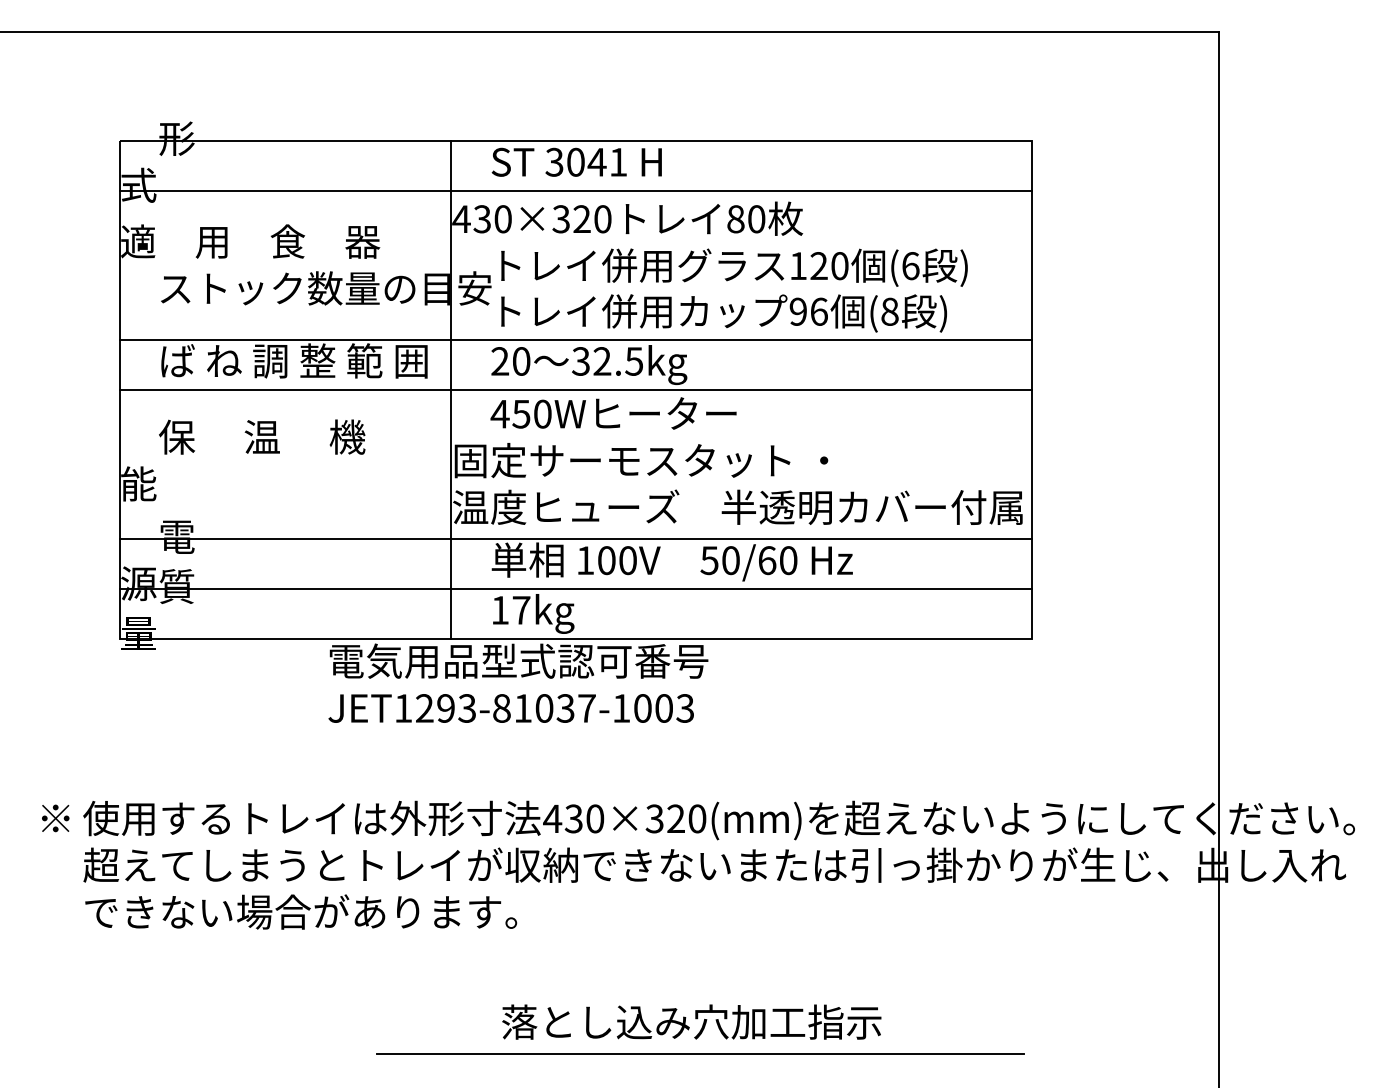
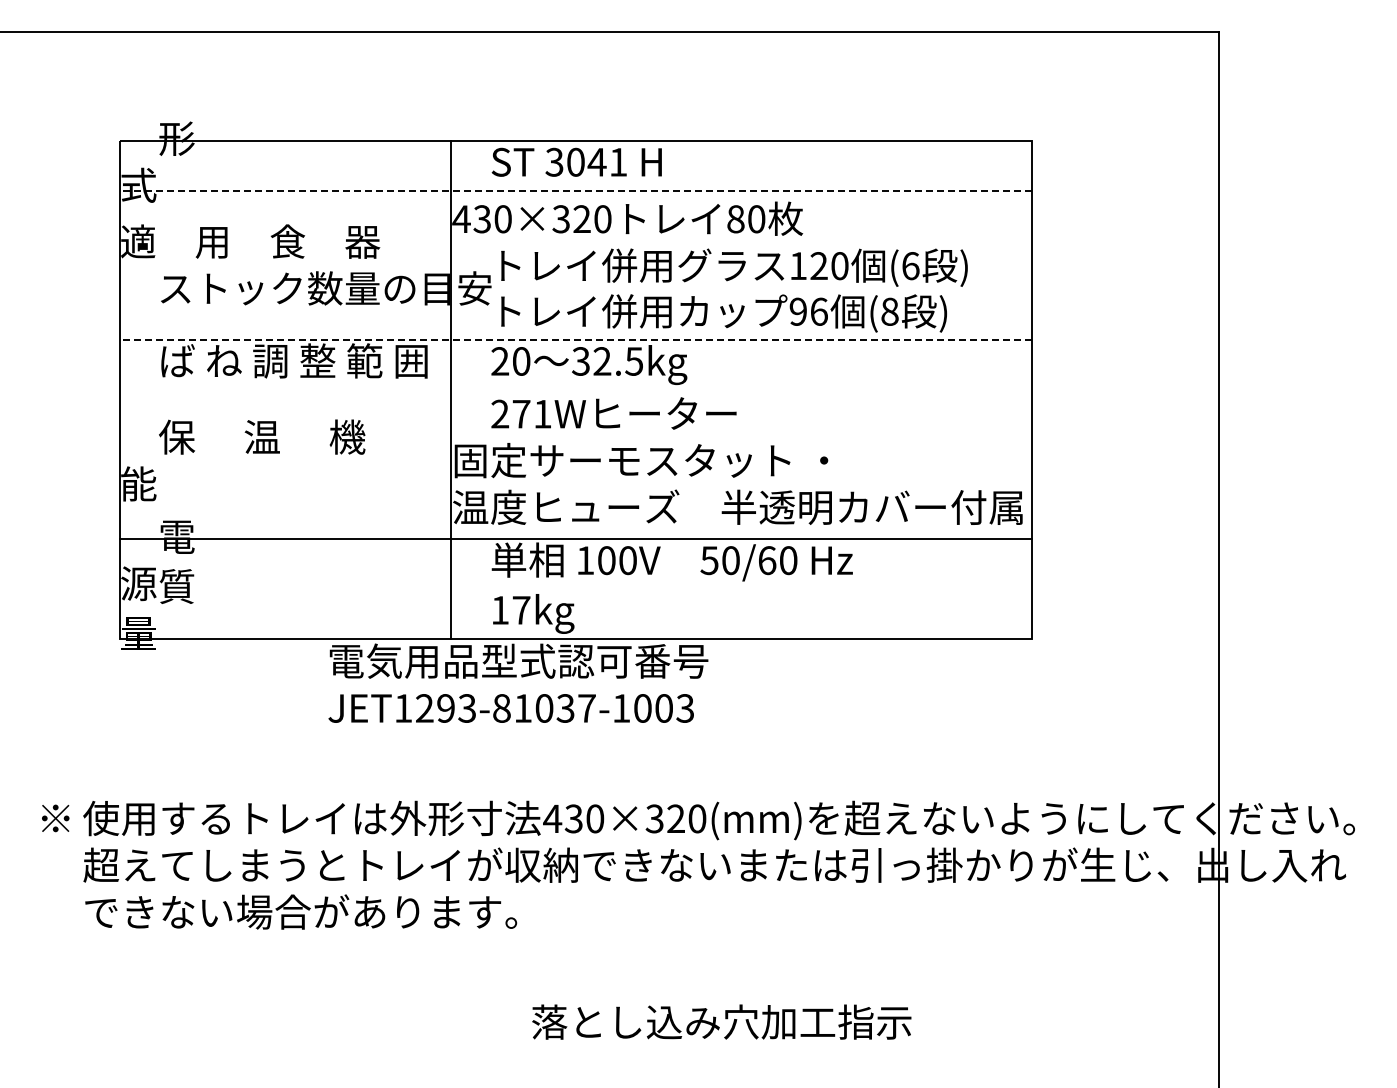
line at (575, 190): solid -> dashed
line at (575, 340): solid -> dashed
line at (575, 390): present -> none
text at (520, 413): 450W -> 271W
line at (575, 589): present -> none
text at (691, 1021) position: (691, 1021) -> (721, 1021)
line at (700, 1053): present -> none
